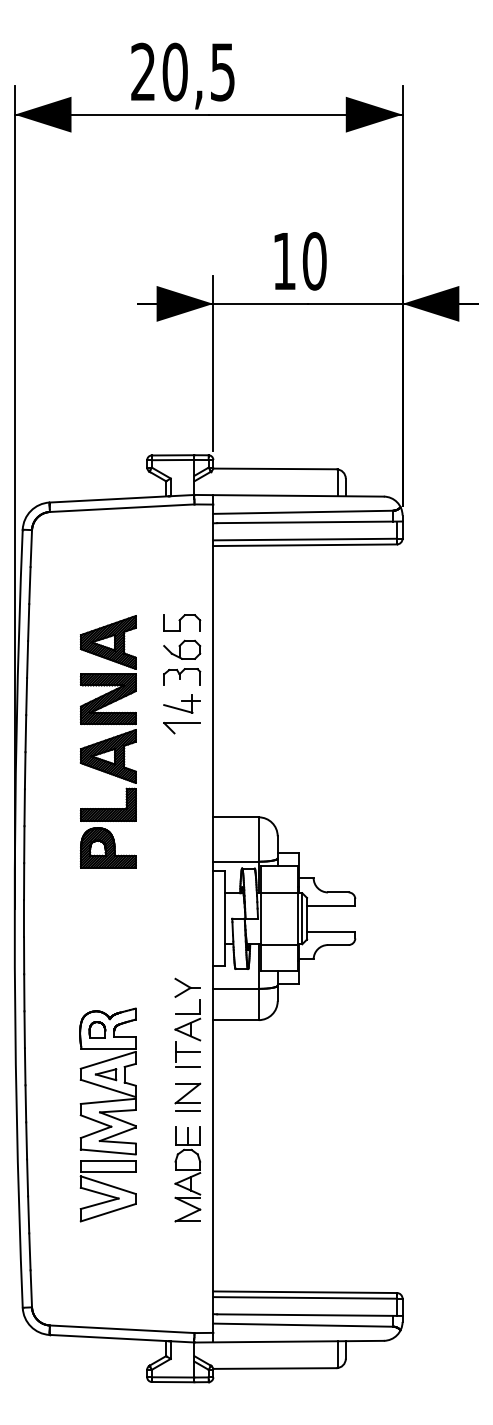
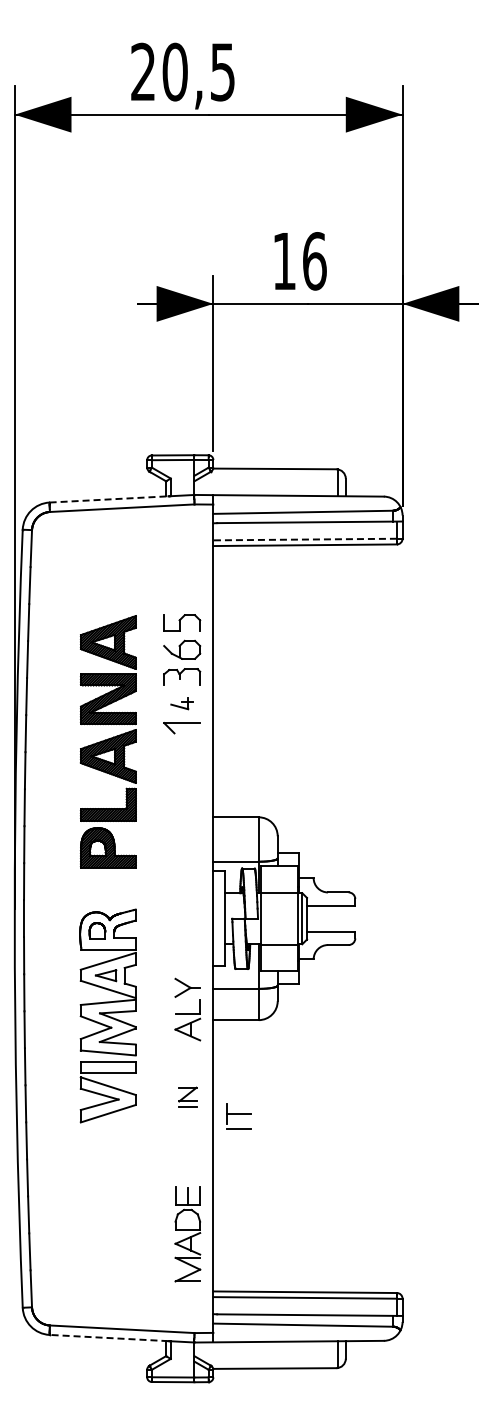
text at (314, 261): 10 -> 16
line at (109, 499): solid -> dashed
line at (305, 539): solid -> dashed
part at (181, 703) size: 38x20 px -> 24x14 px
part at (187, 1054) position: (187, 1054) -> (238, 1116)
part at (187, 1096) size: 28x30 px -> 20x22 px
part at (107, 1114) position: (107, 1114) -> (107, 1015)
part at (187, 1174) position: (187, 1174) -> (187, 1234)
line at (108, 1338): solid -> dashed
